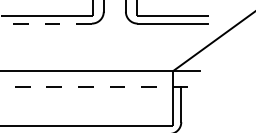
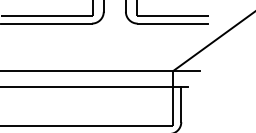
line at (46, 23): dashed -> solid
line at (94, 86): dashed -> solid
